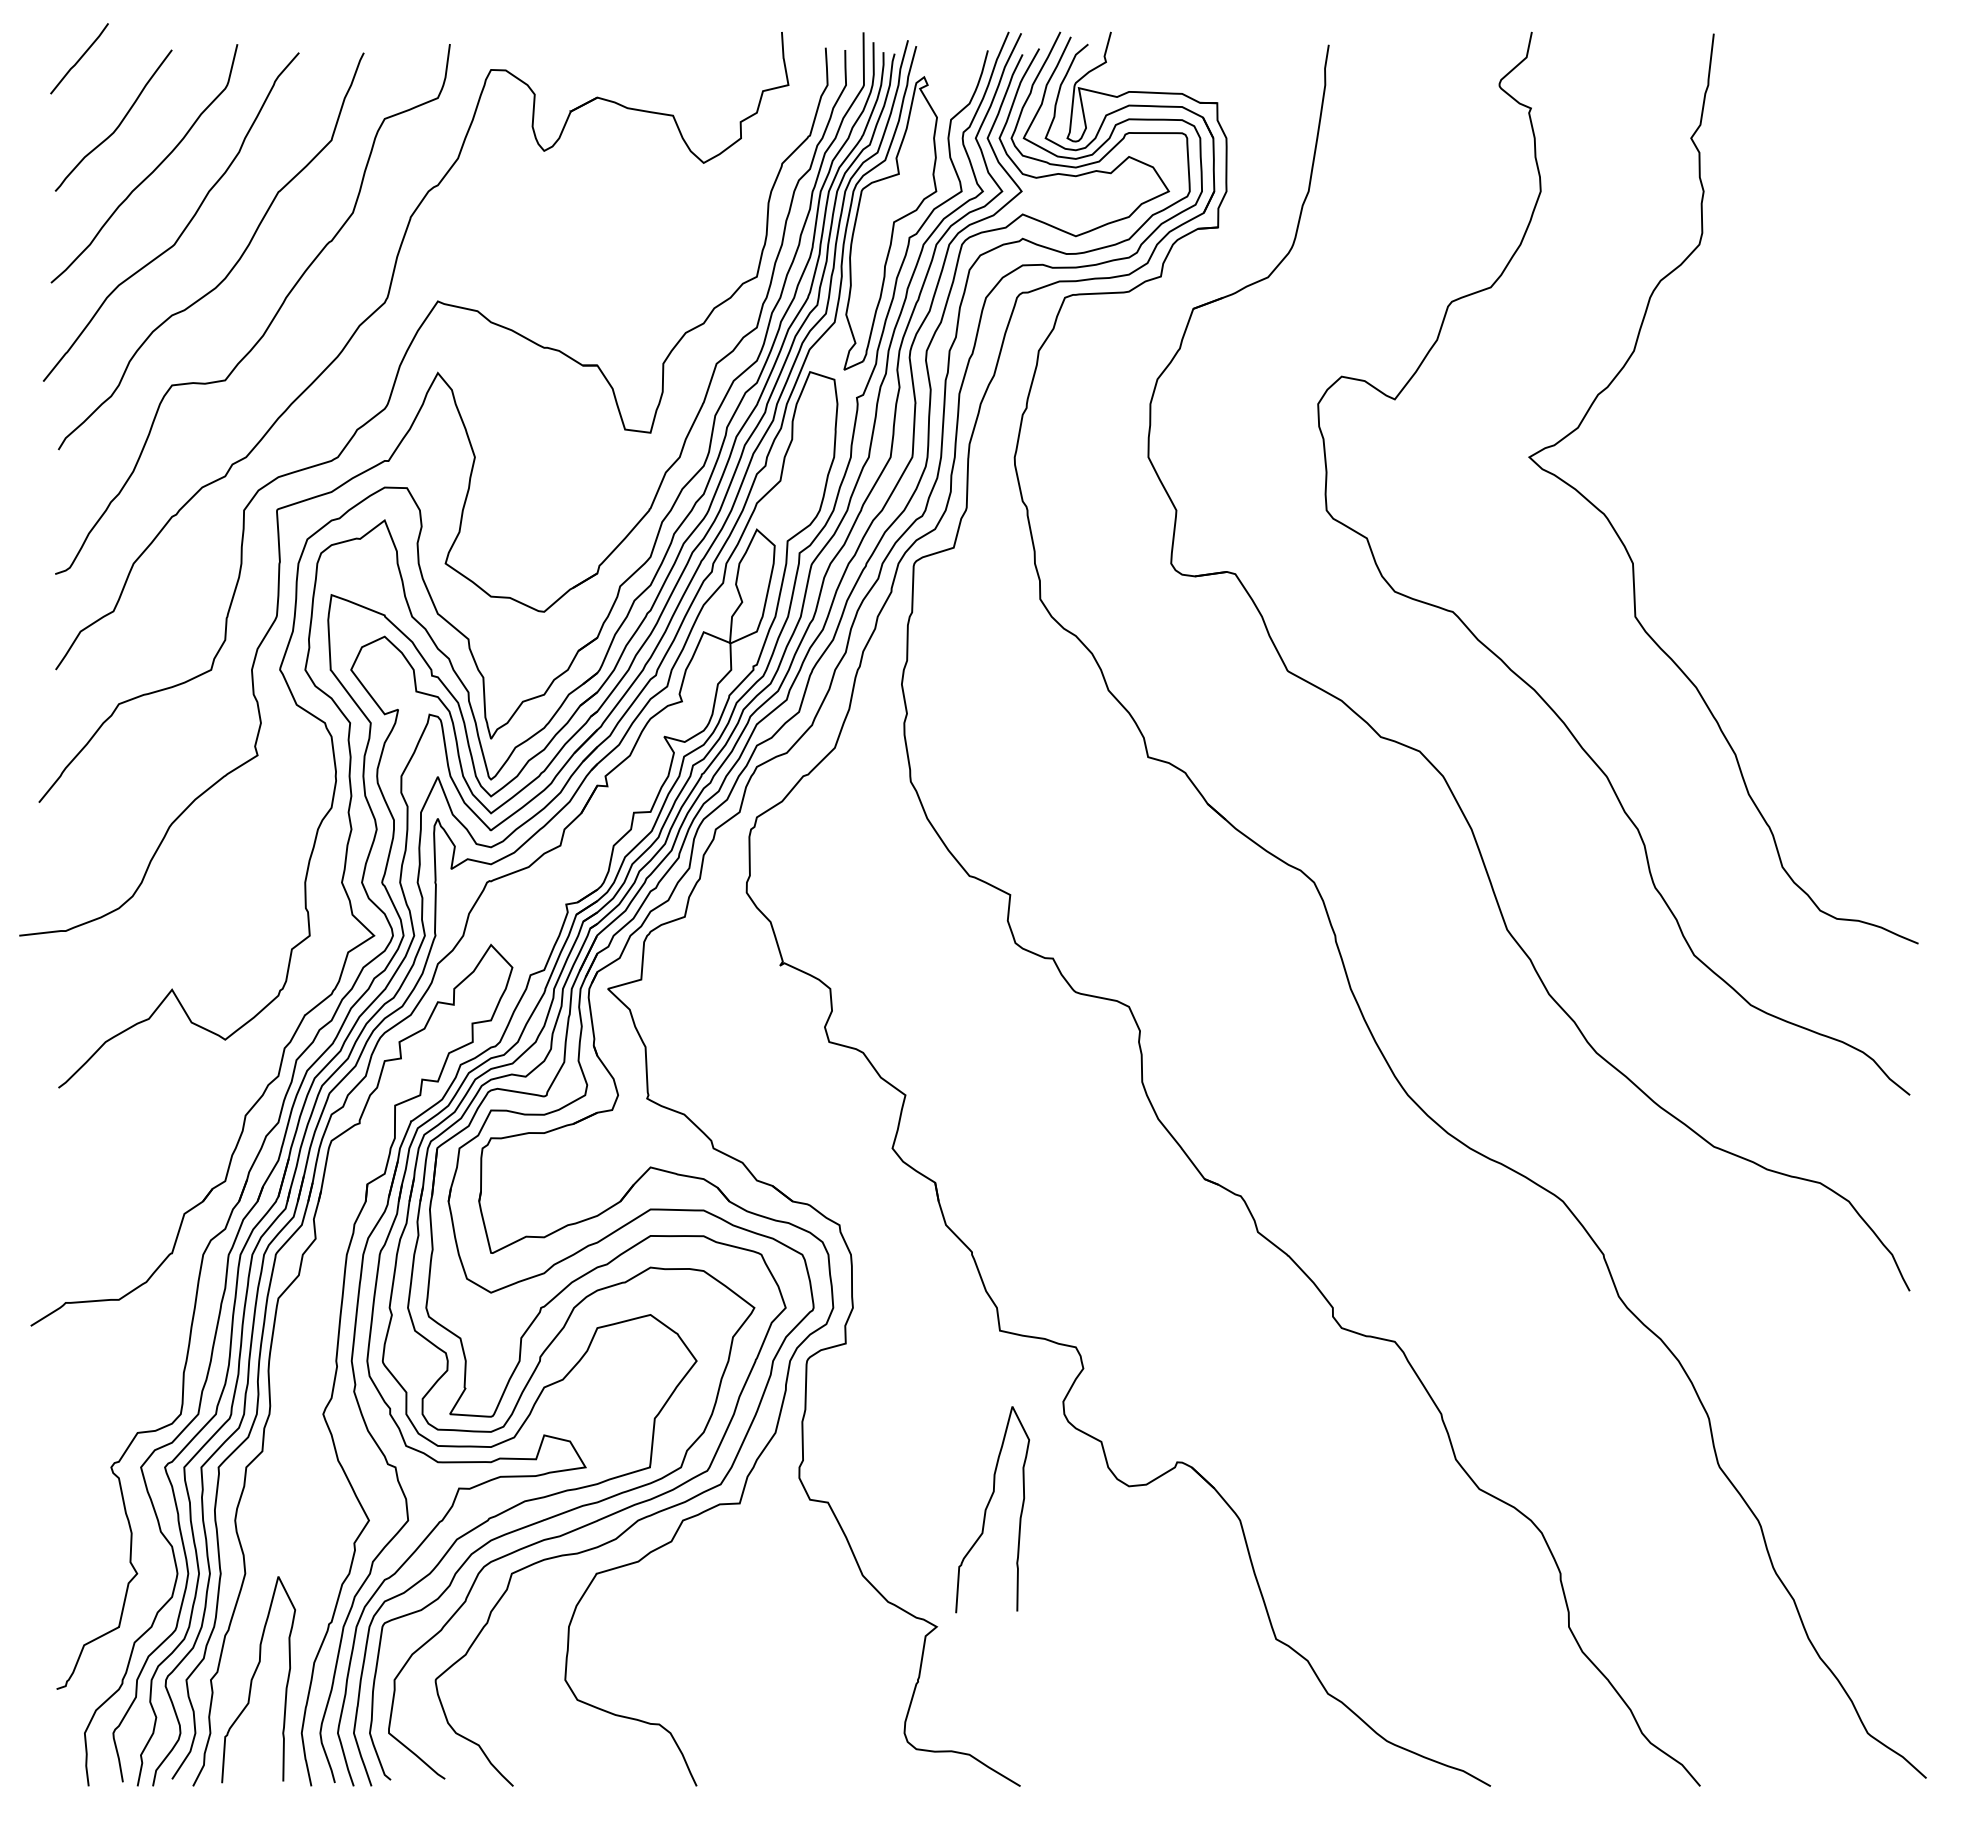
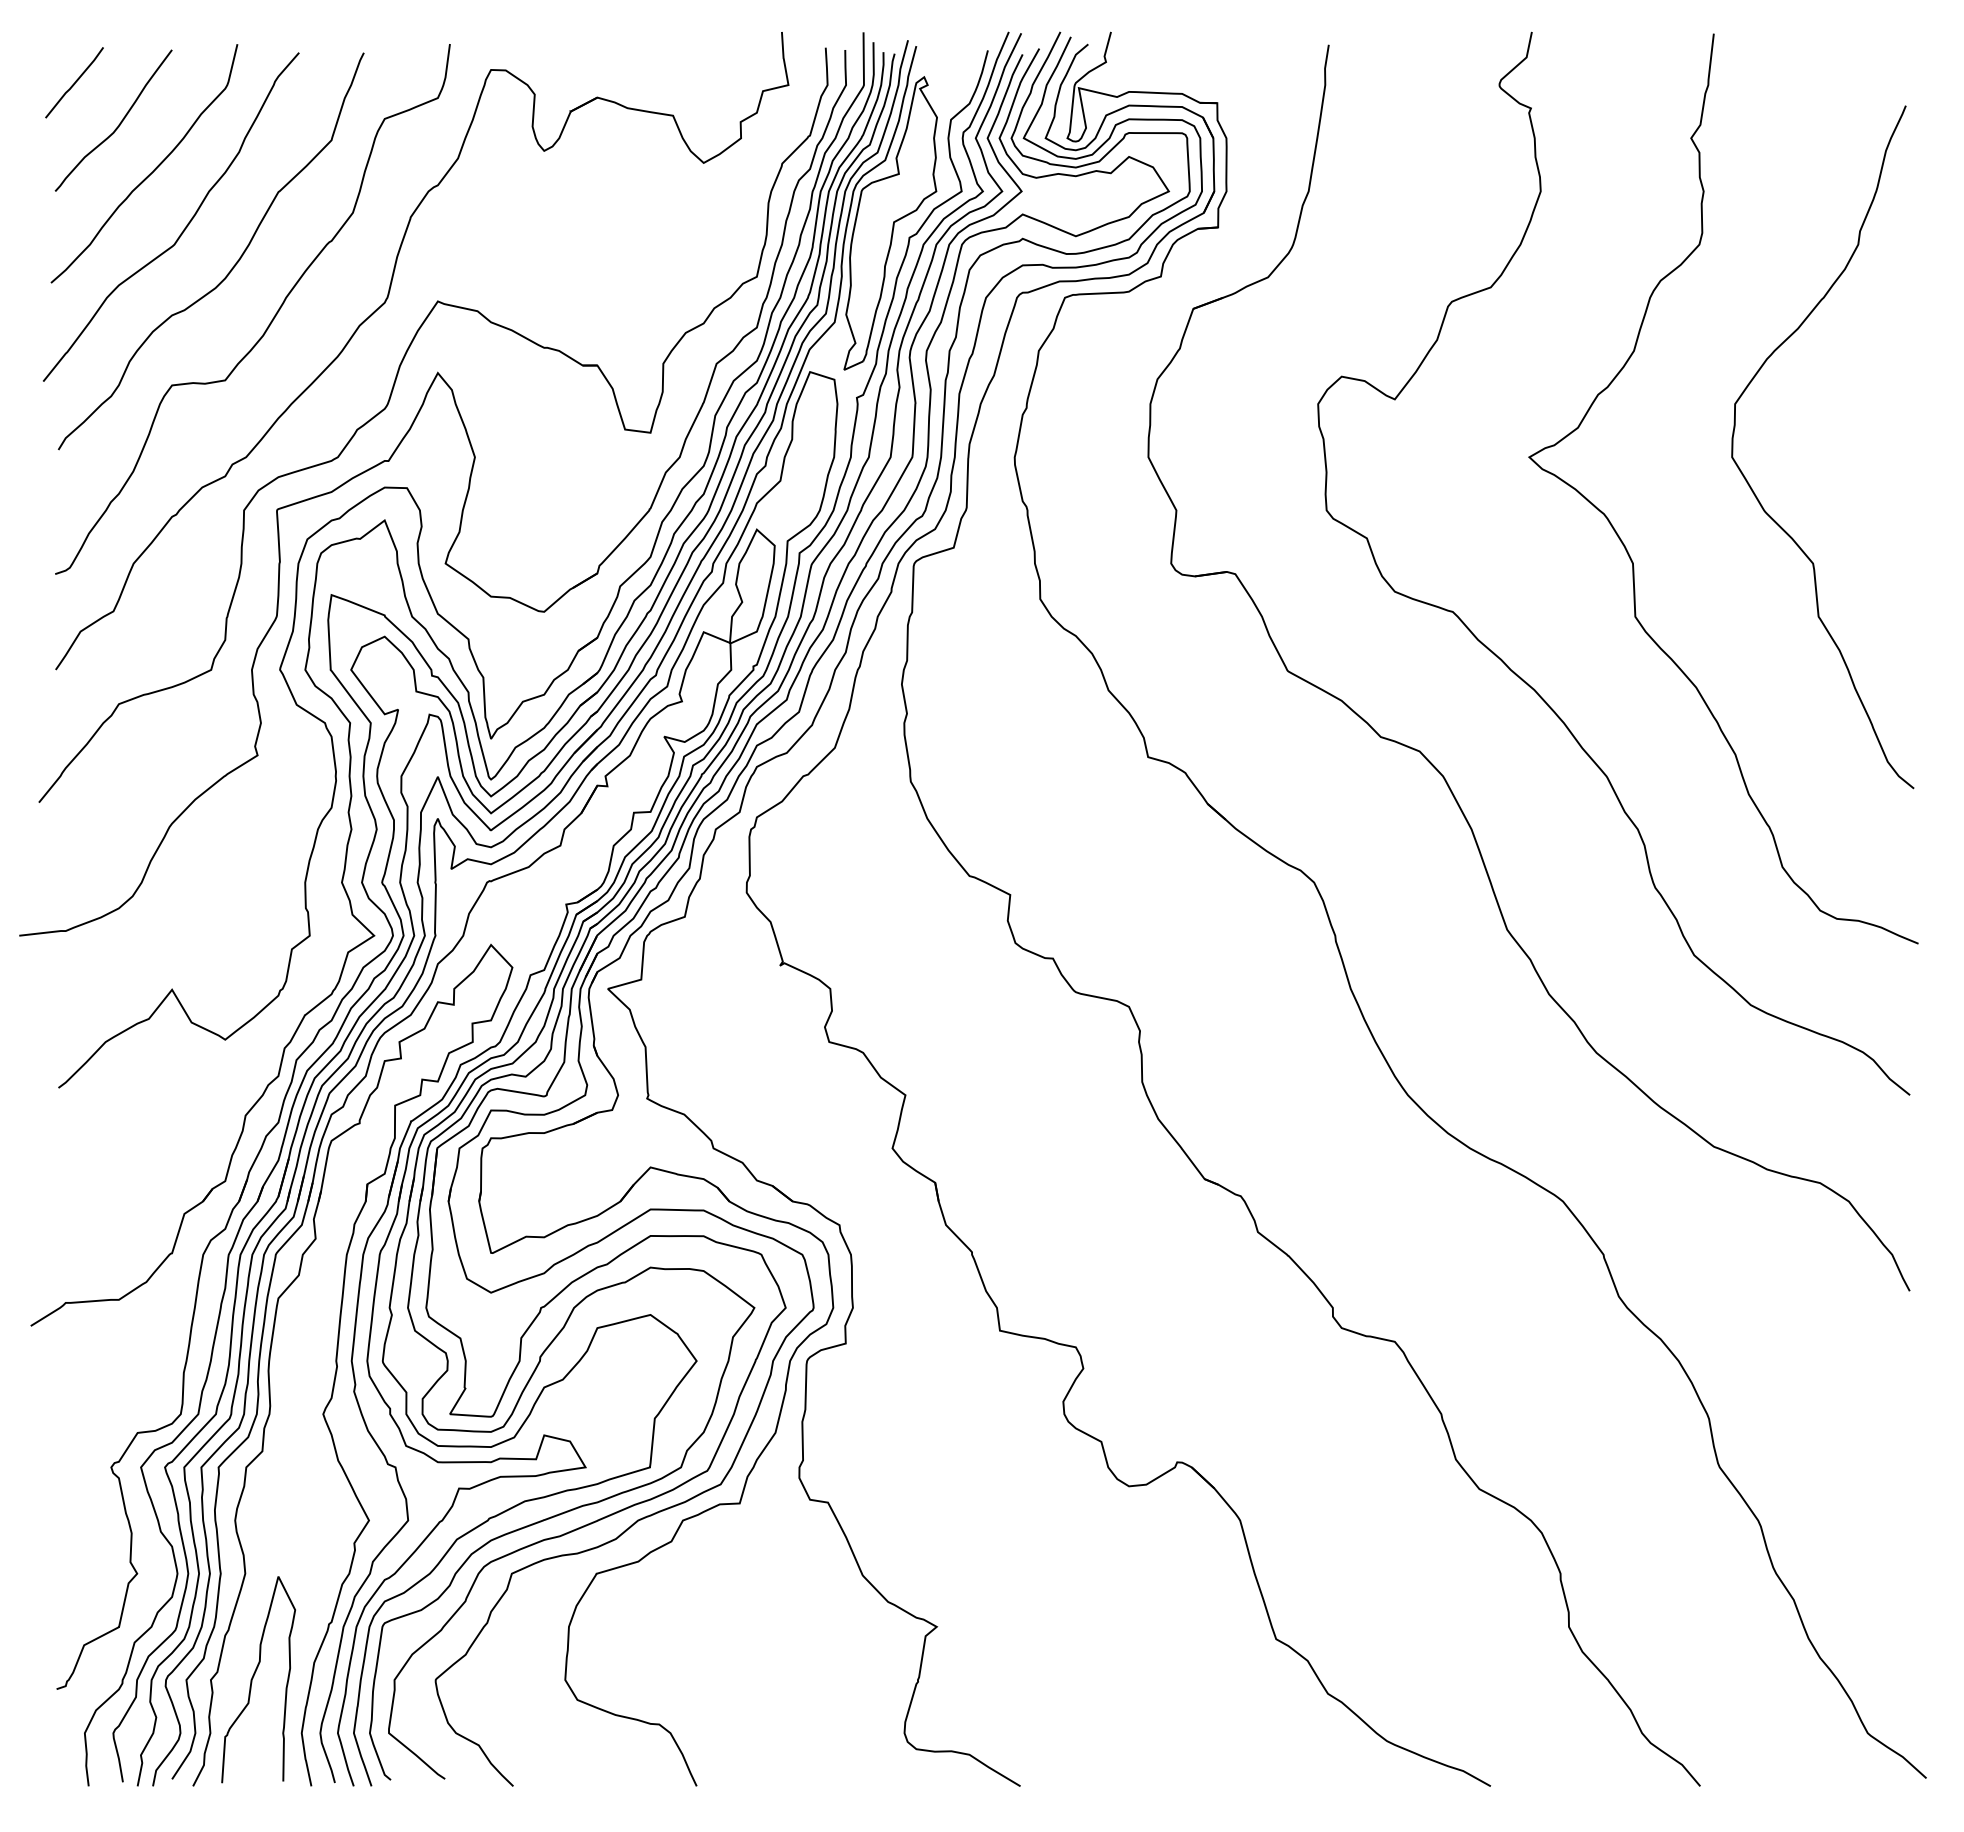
curve at (79, 58) position: (79, 58) -> (74, 82)
curve at (1752, 488): none -> present
curve at (988, 1506): present -> none
